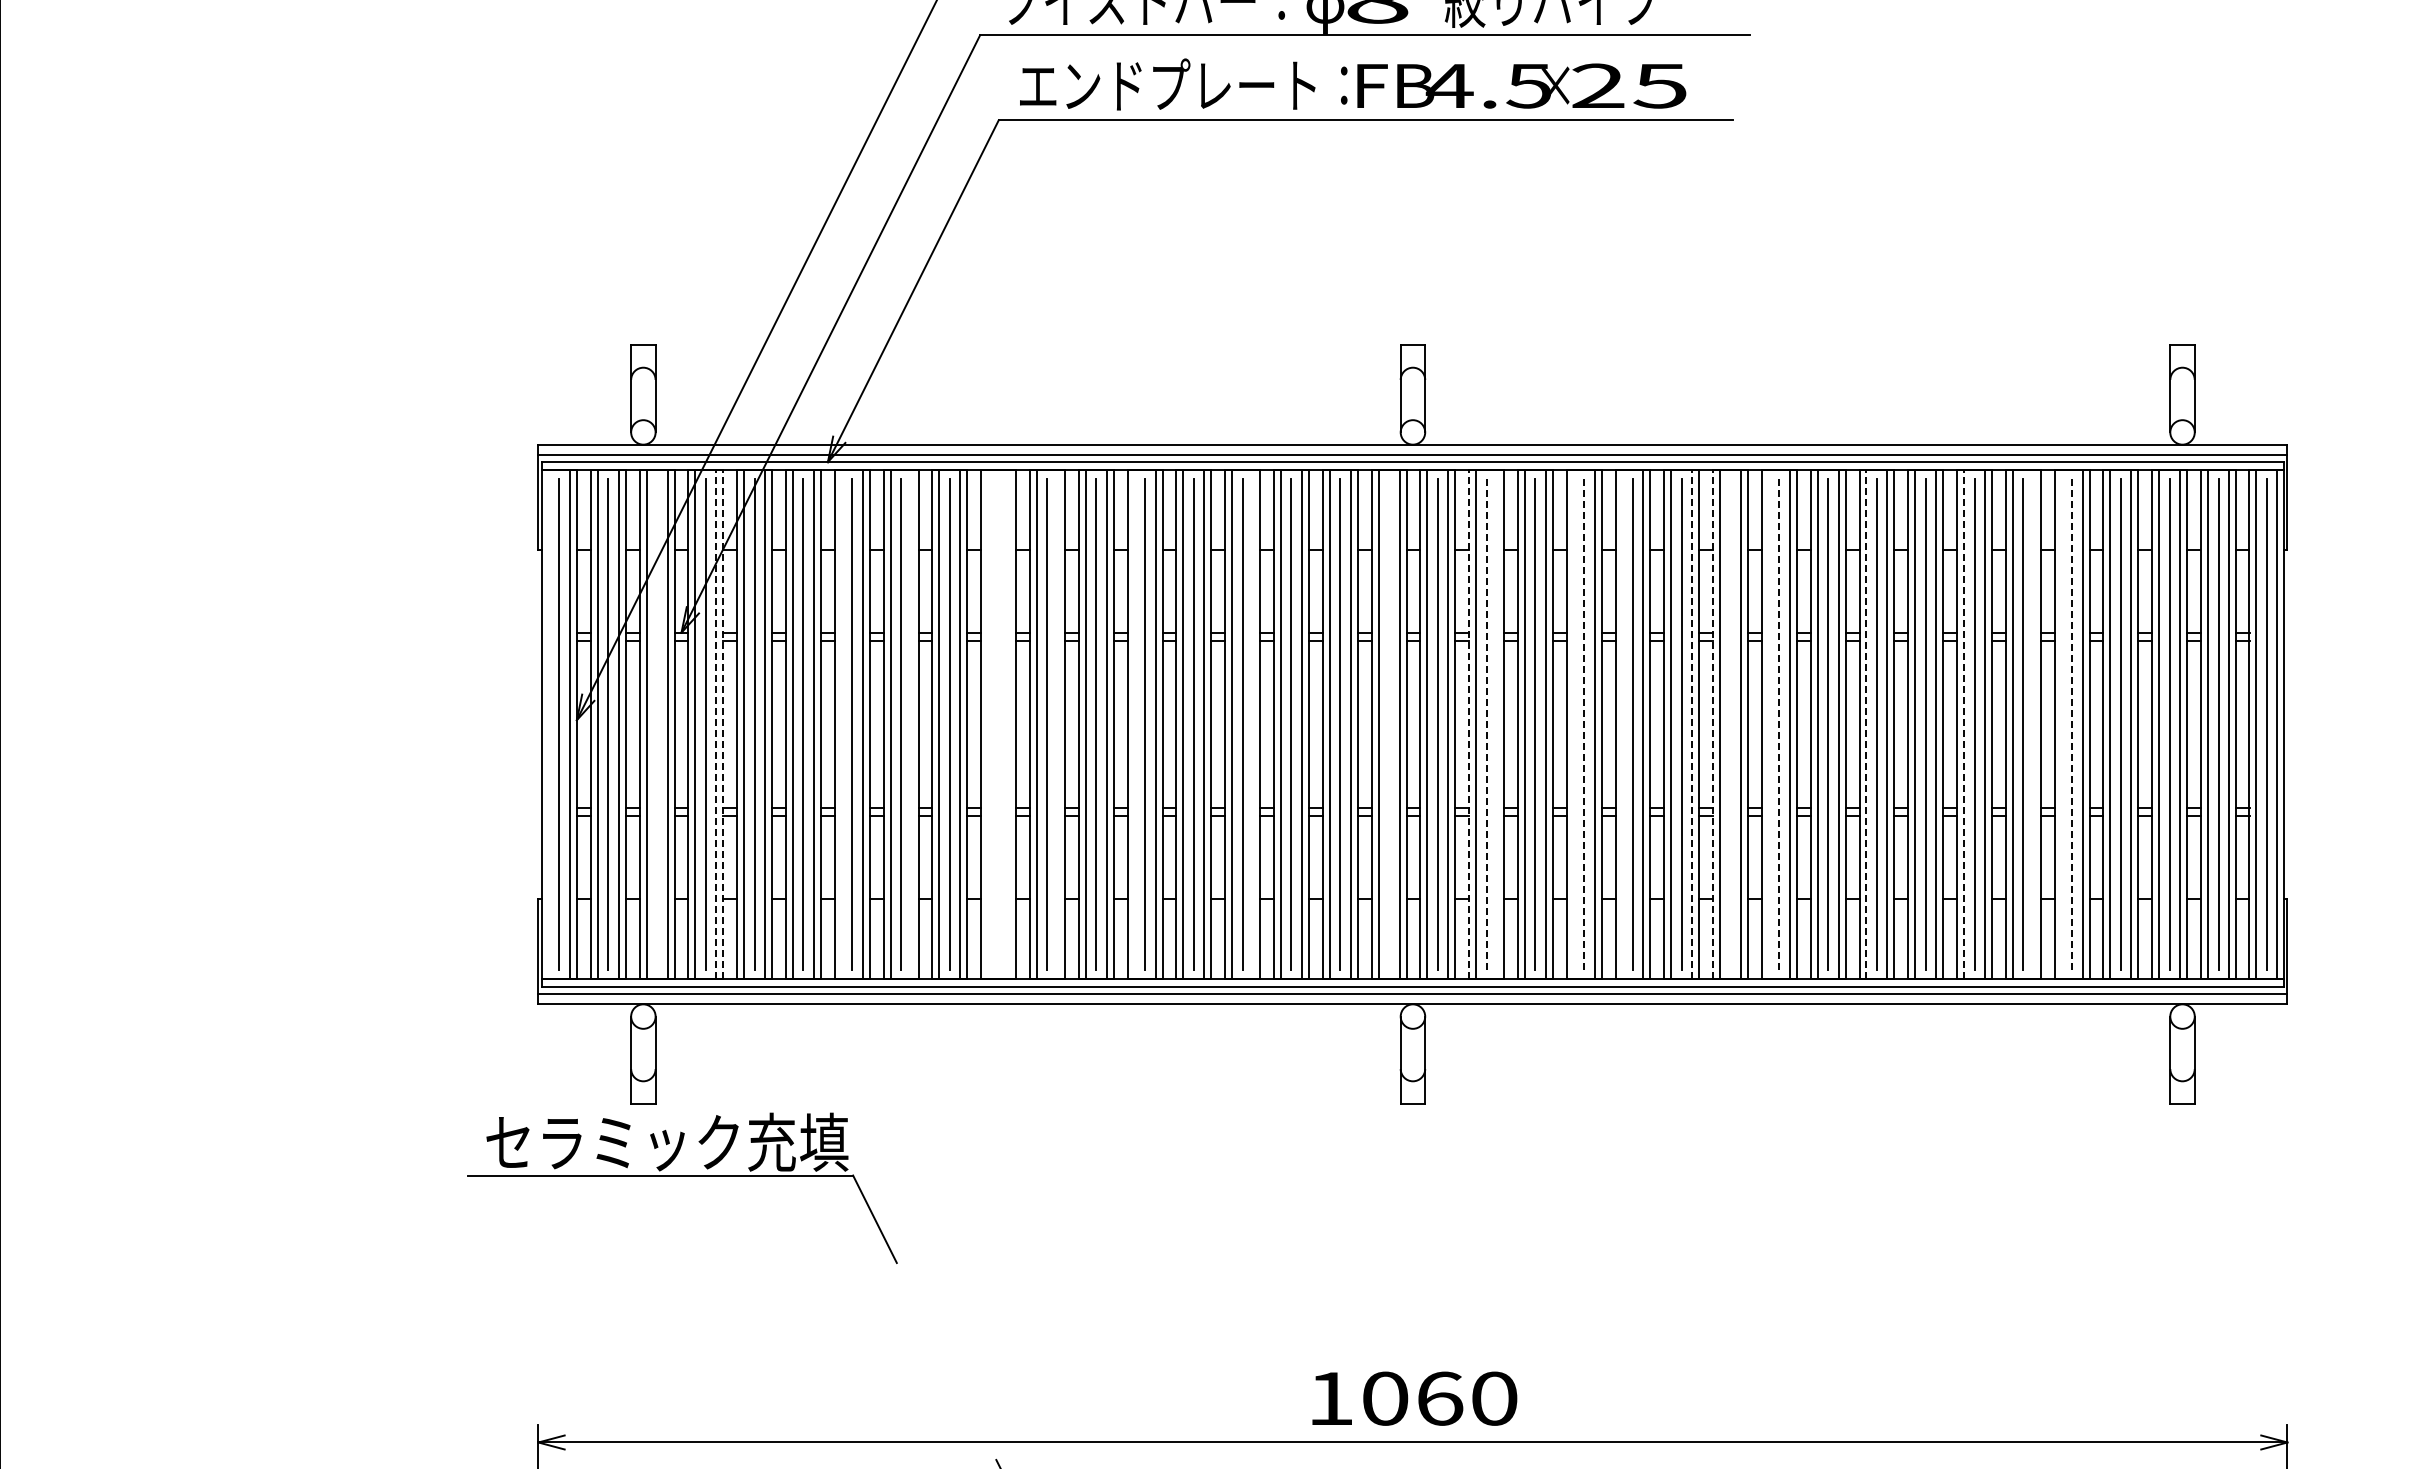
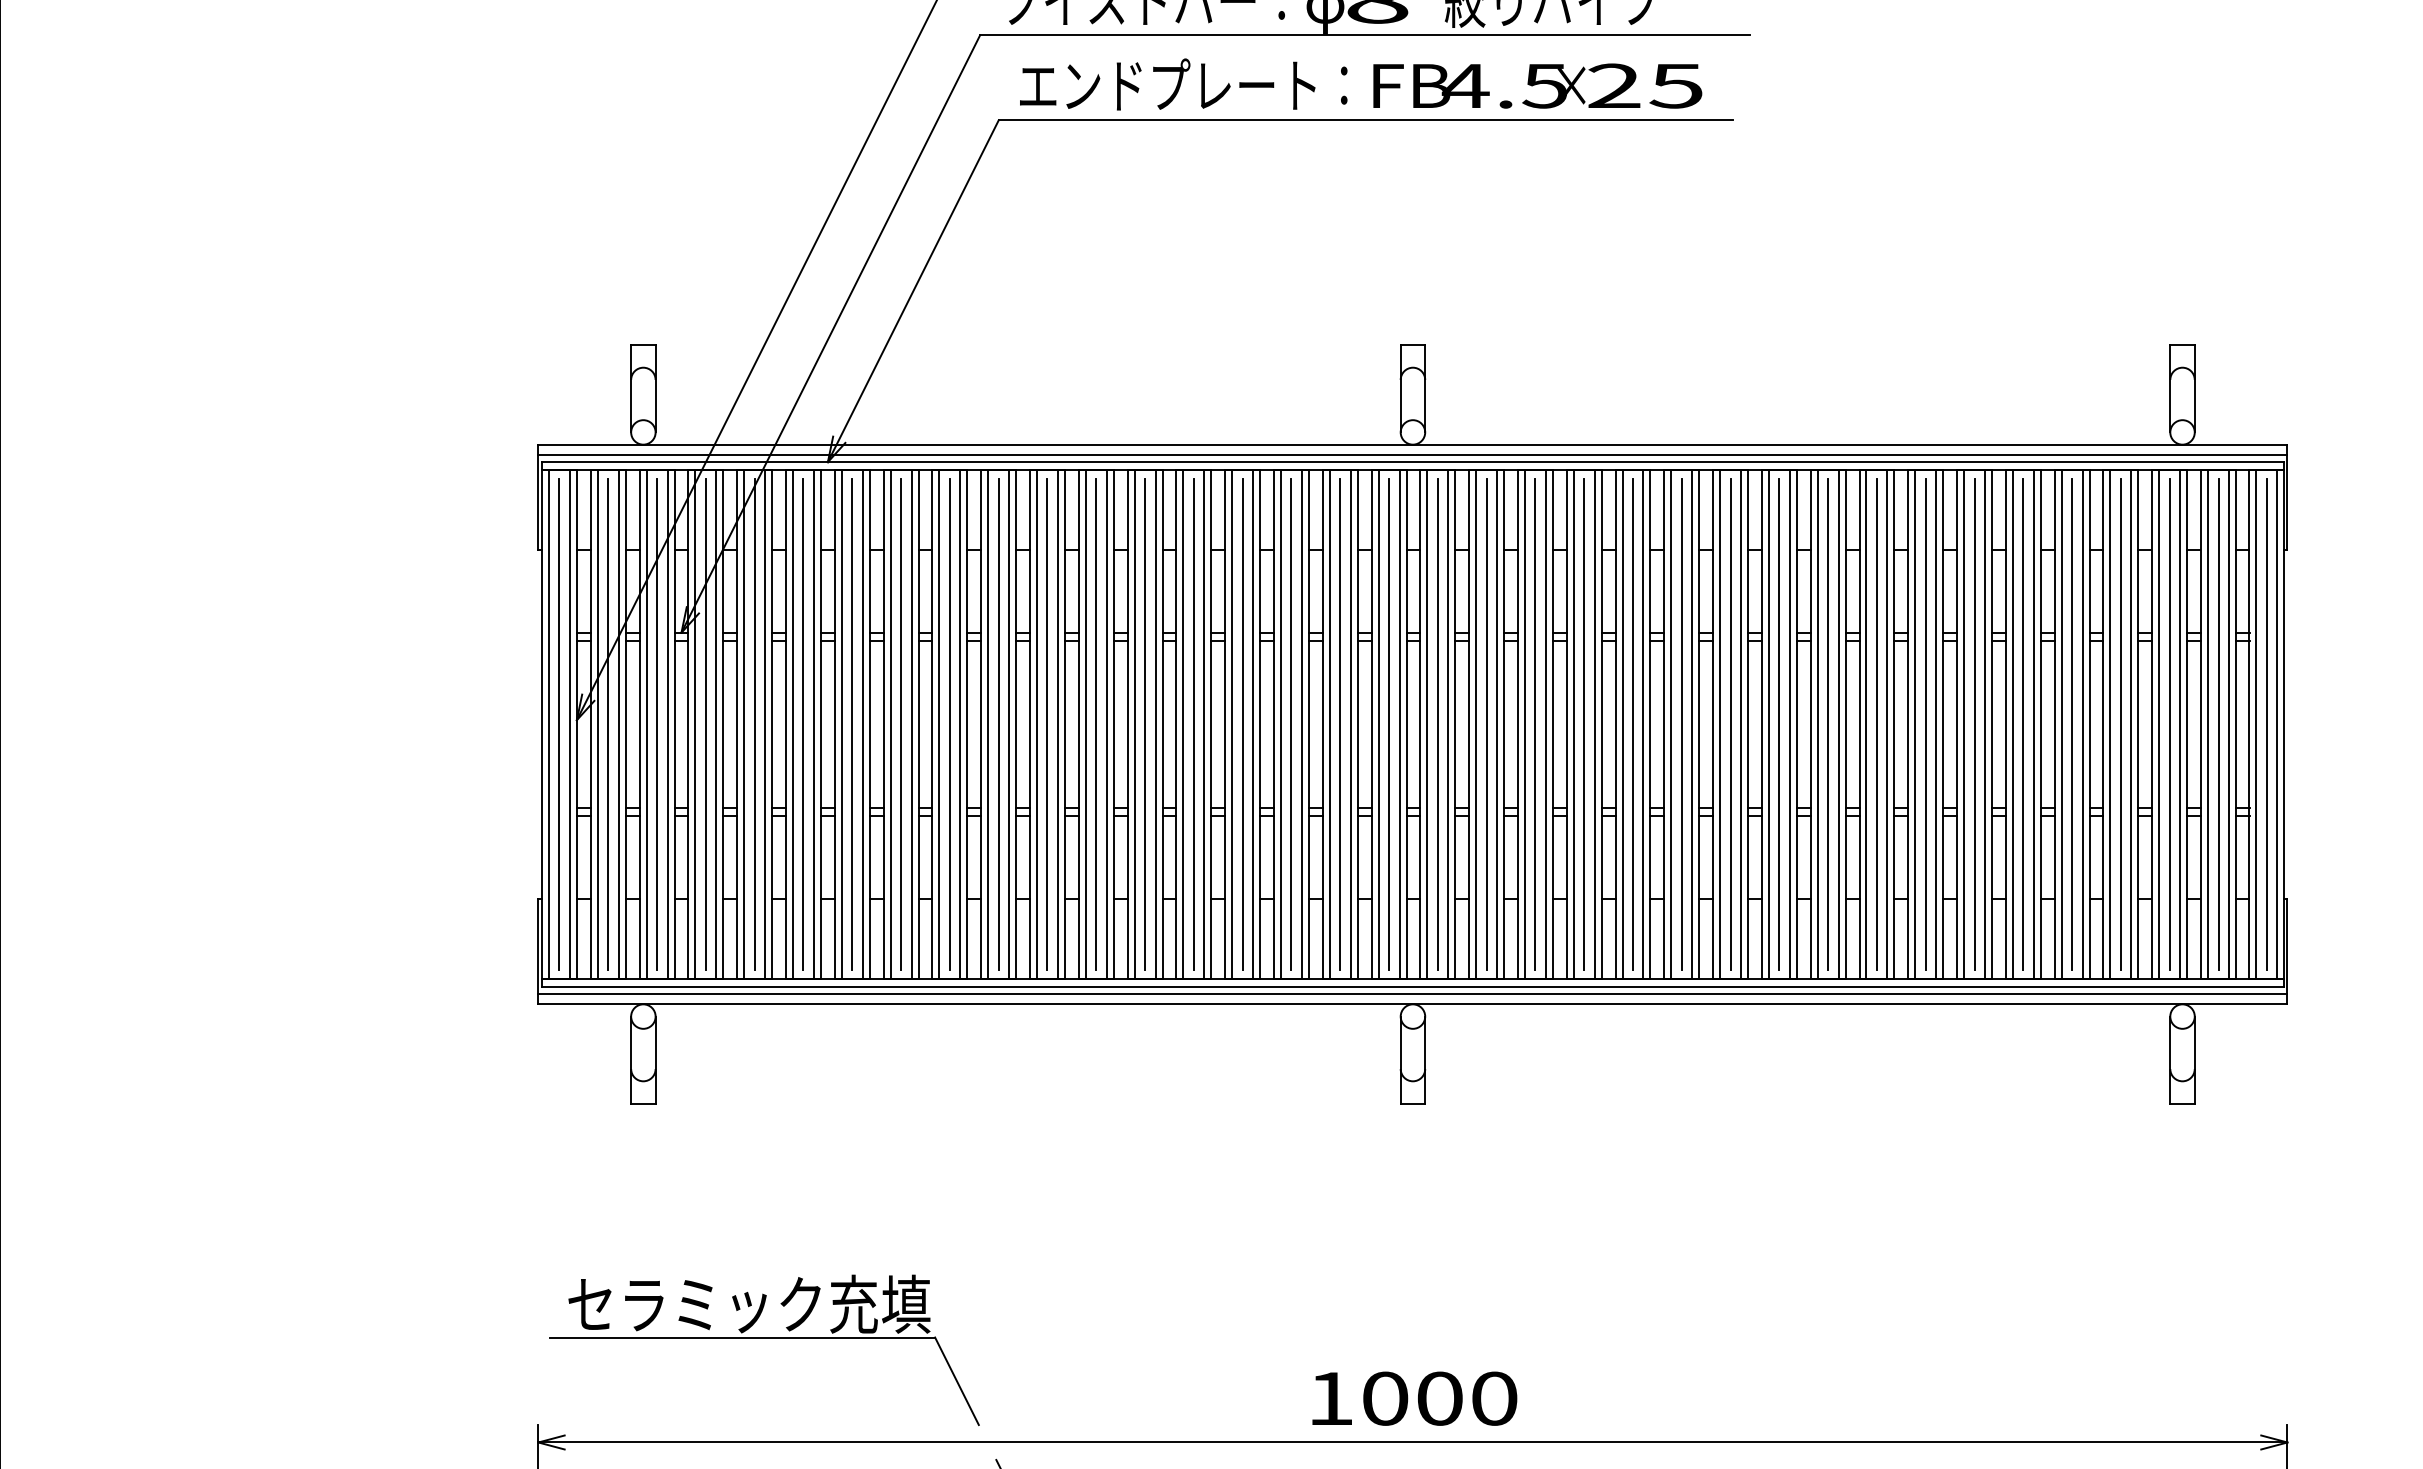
text at (1521, 85) position: (1521, 85) -> (1537, 85)
line at (548, 724): none -> present
line at (657, 724): none -> present
line at (716, 724): dashed -> solid
line at (723, 724): dashed -> solid
line at (841, 724): none -> present
line at (911, 724): none -> present
line at (988, 724): none -> present
line at (998, 724): none -> present
line at (1009, 724): none -> present
line at (1057, 724): none -> present
line at (1134, 724): none -> present
line at (1253, 724): none -> present
line at (1389, 724): none -> present
line at (1469, 724): dashed -> solid
line at (1486, 724): dashed -> solid
line at (1497, 724): none -> present
line at (1573, 724): none -> present
line at (1584, 724): dashed -> solid
line at (1622, 724): none -> present
line at (1692, 724): dashed -> solid
line at (1713, 724): dashed -> solid
line at (1730, 724): none -> present
line at (1768, 724): none -> present
line at (1779, 724): dashed -> solid
line at (1866, 724): dashed -> solid
line at (1964, 724): dashed -> solid
line at (2033, 724): none -> present
line at (2061, 724): none -> present
line at (2072, 724): dashed -> solid
part at (682, 1176) position: (682, 1176) -> (764, 1338)
text at (1440, 1398): 1060 -> 1000
